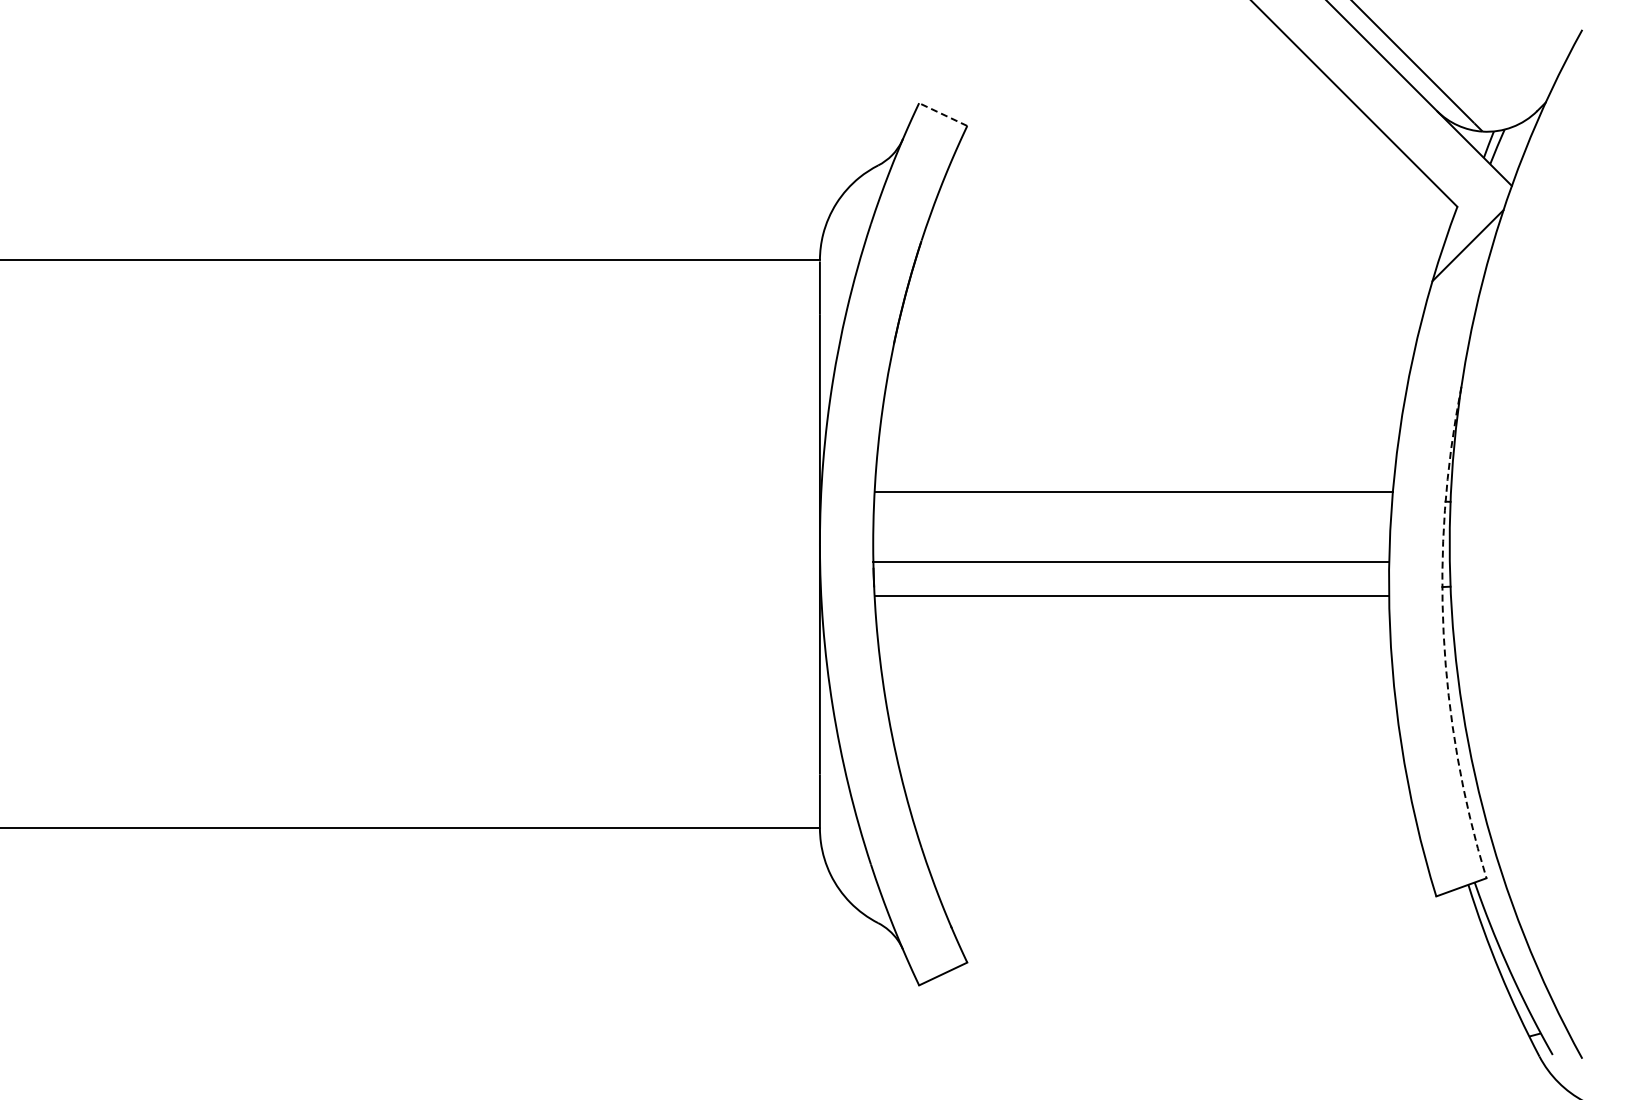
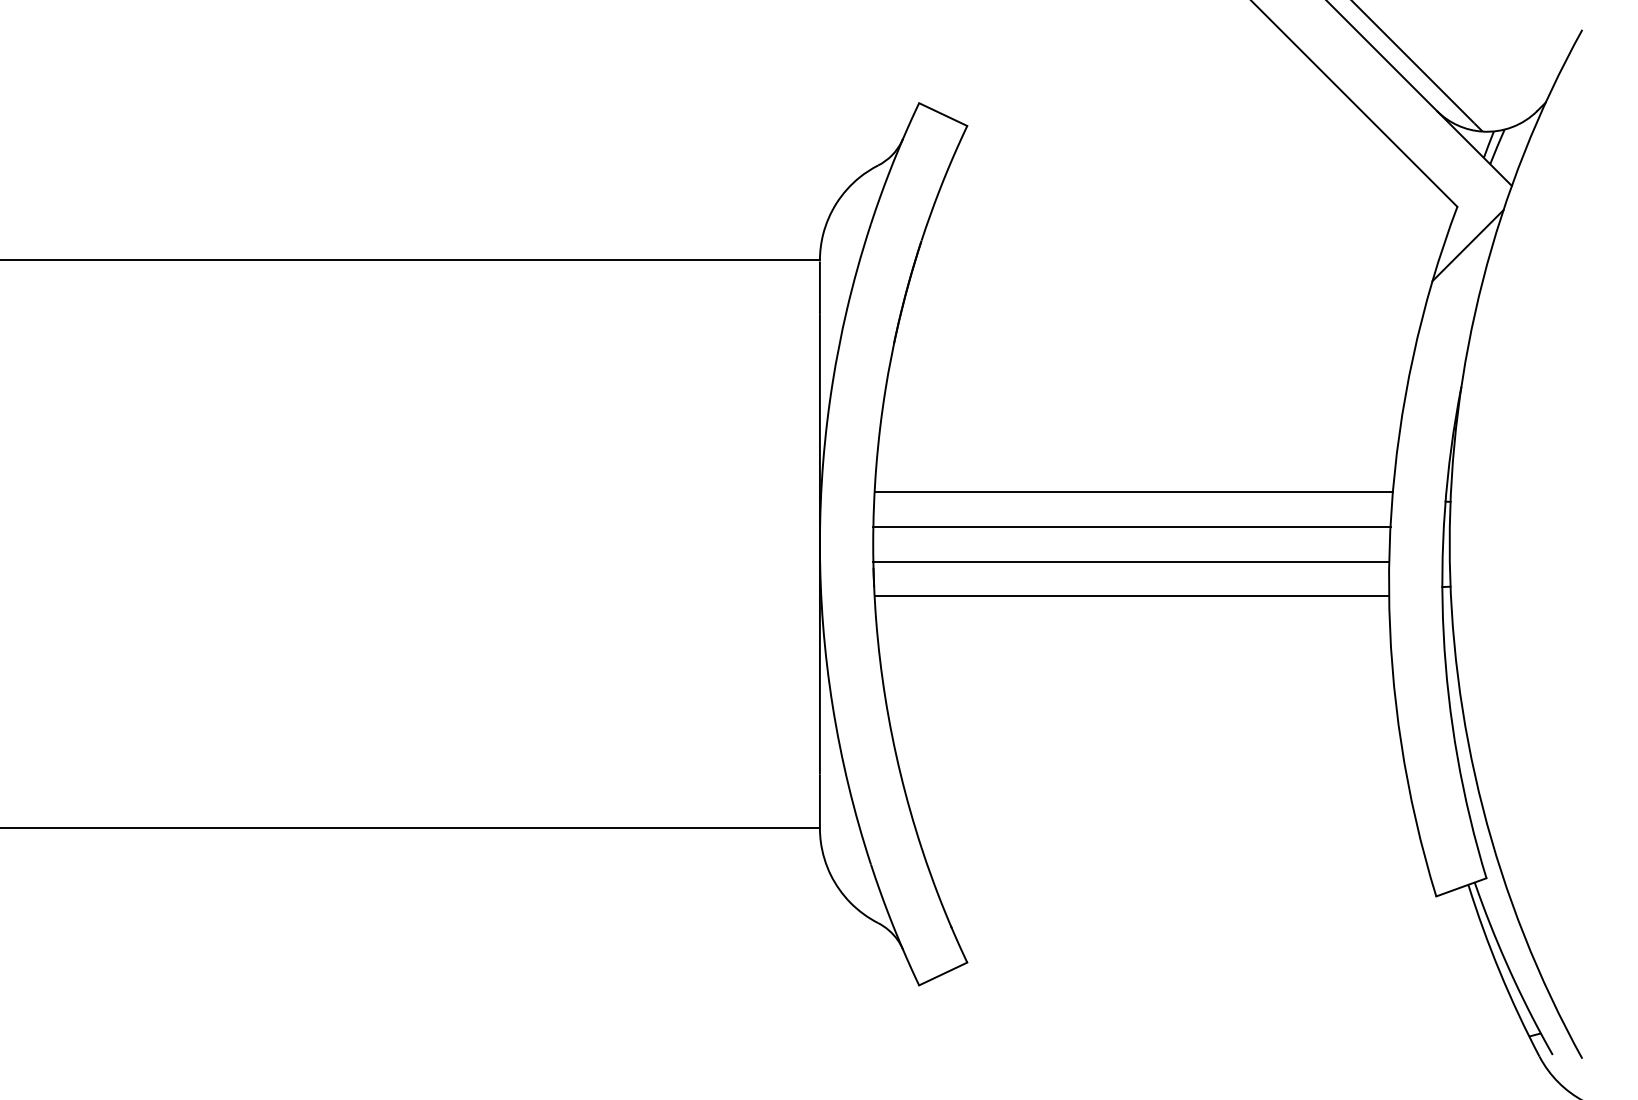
line at (943, 114): dashed -> solid
line at (1131, 526): none -> present
arc at (1443, 634): dashed -> solid
